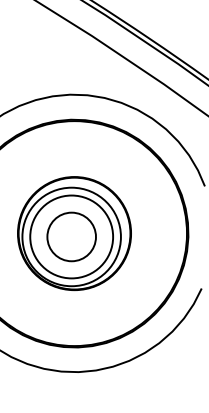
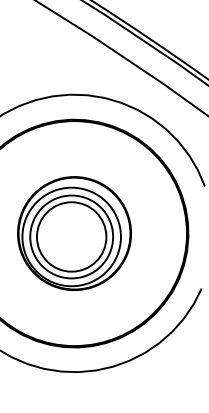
circle at (71, 236) diameter: 49 px -> 69 px
